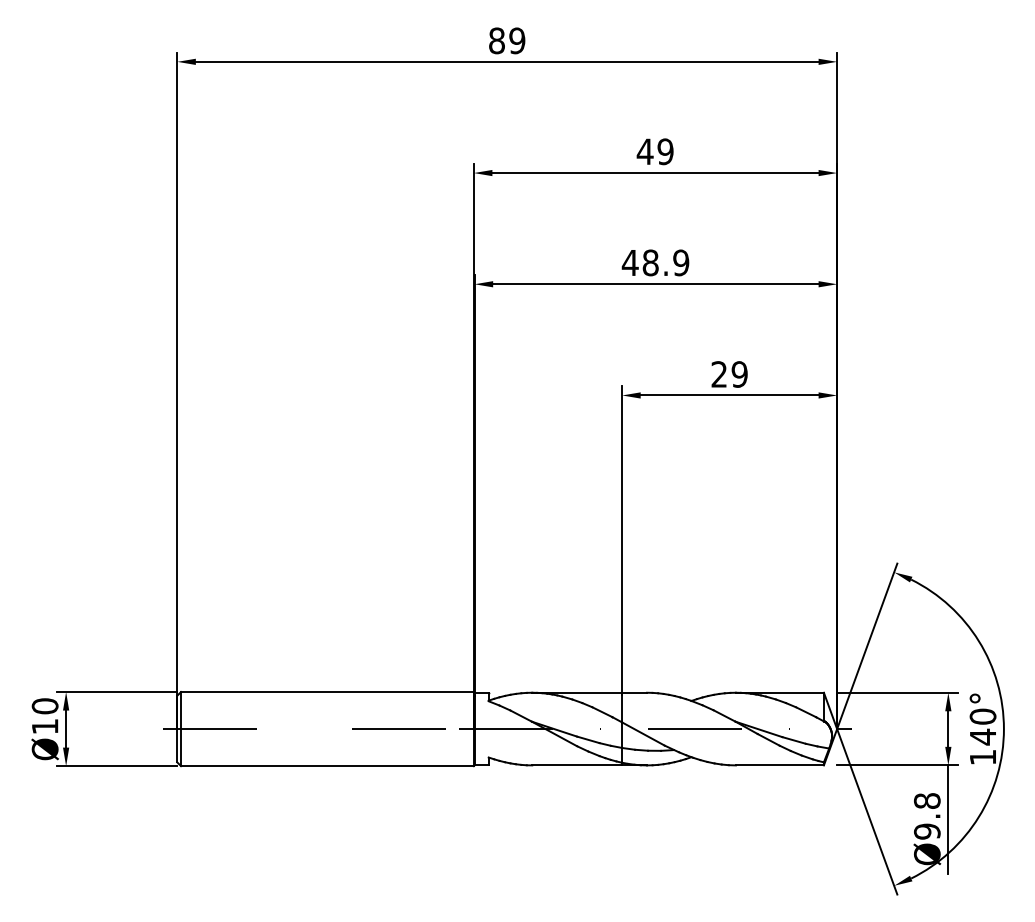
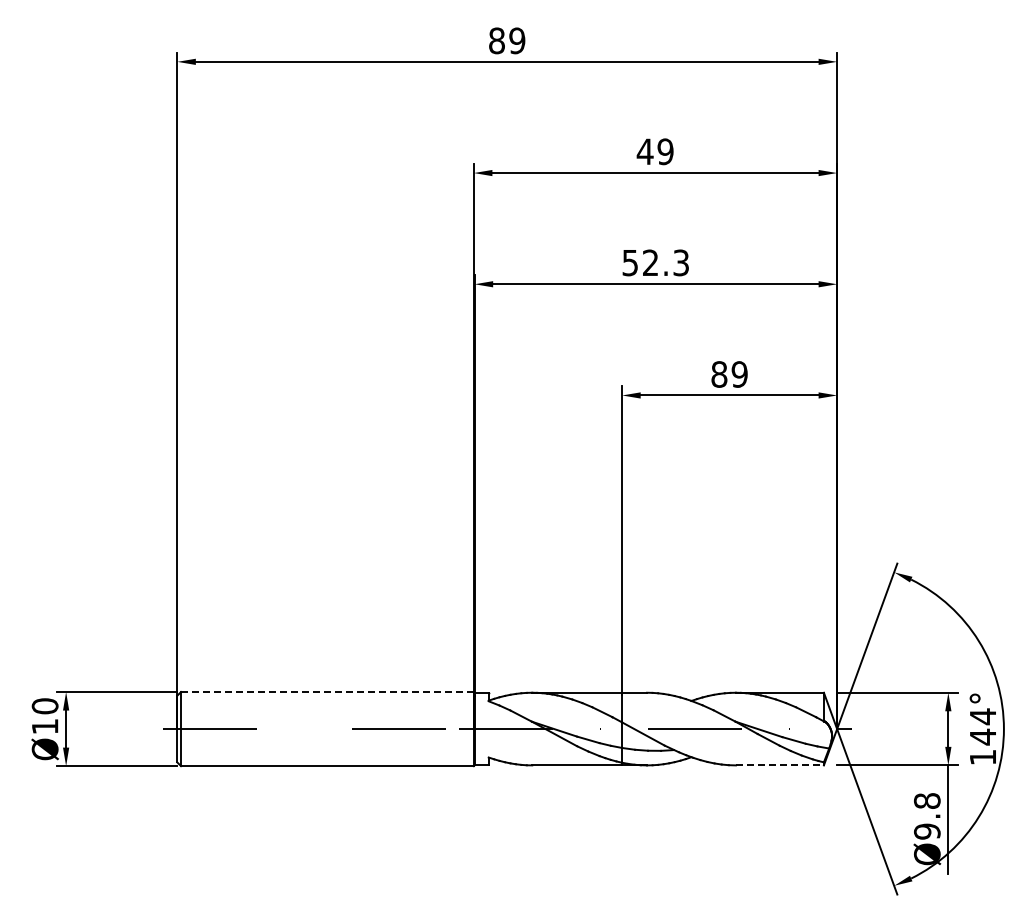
text at (655, 262): 48.9 -> 52.3
text at (719, 374): 29 -> 89
line at (326, 692): solid -> dashed
text at (982, 716): 140° -> 144°
line at (780, 765): solid -> dashed
